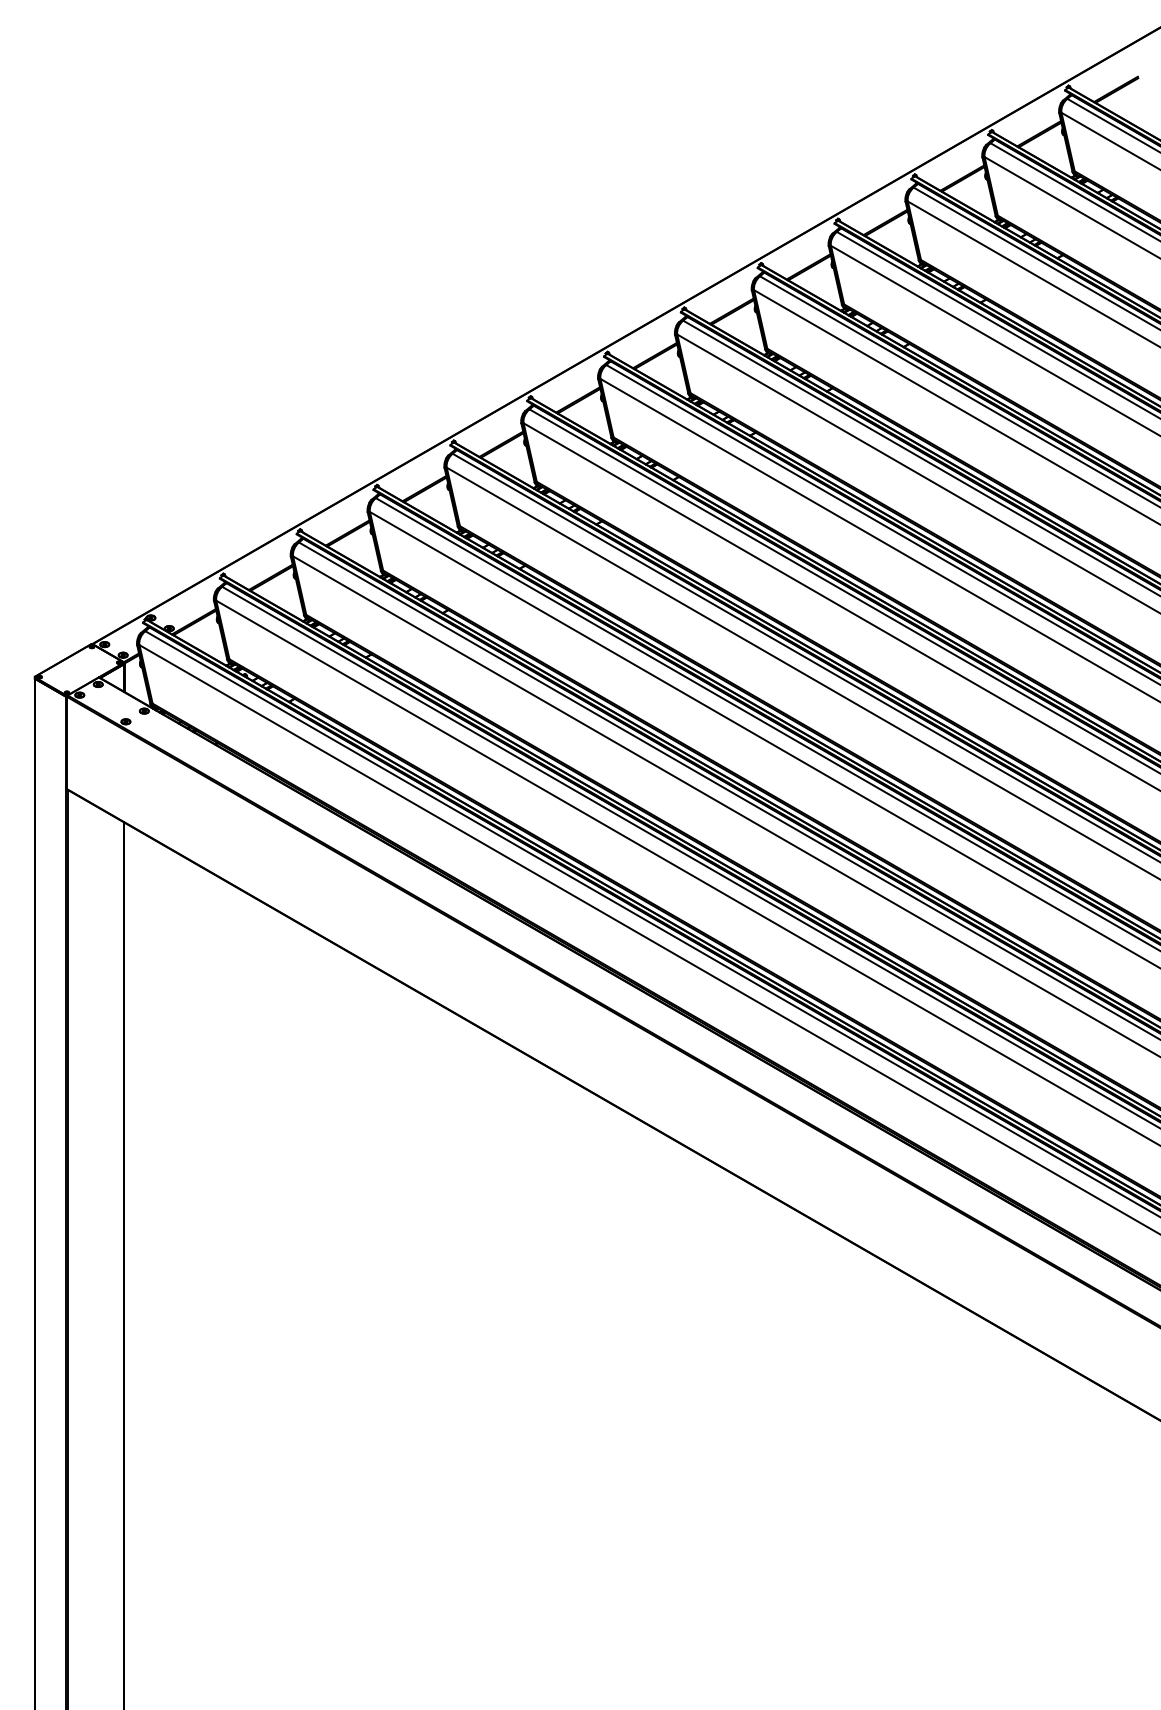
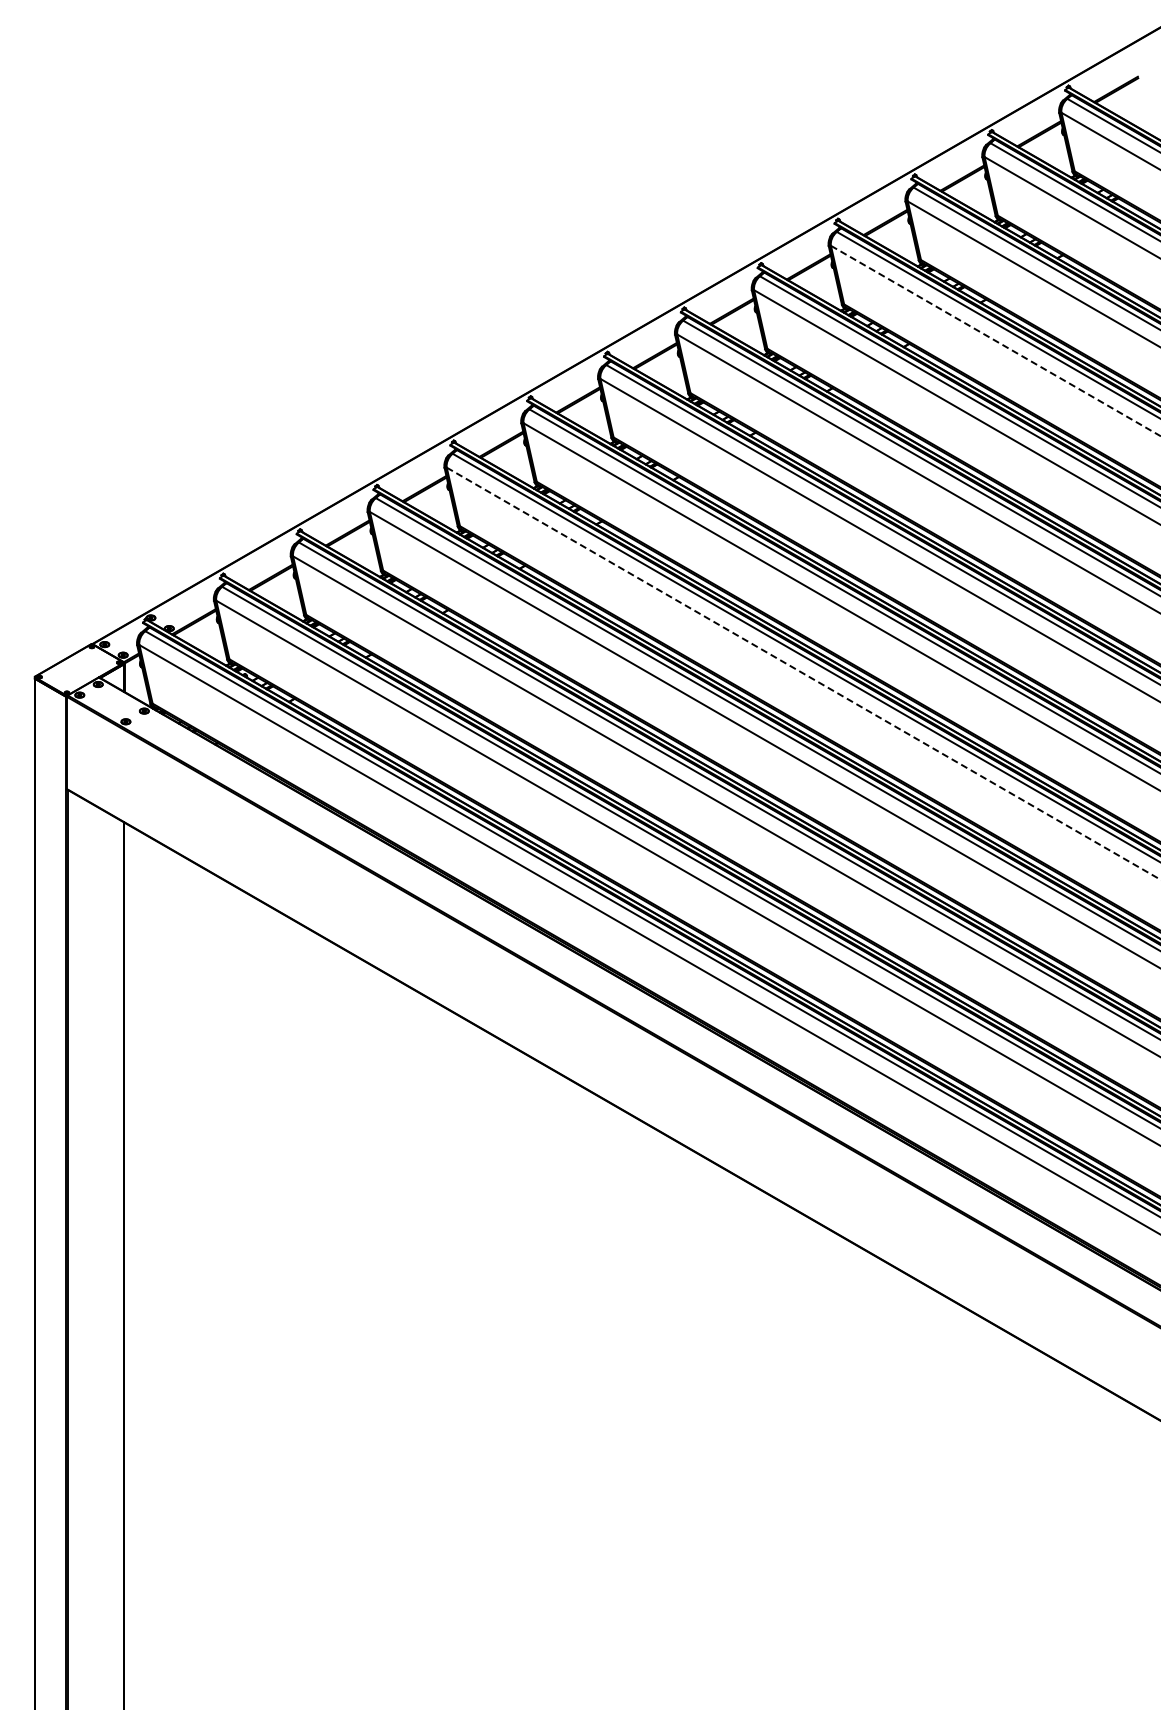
line at (995, 340): solid -> dashed
line at (803, 673): solid -> dashed
